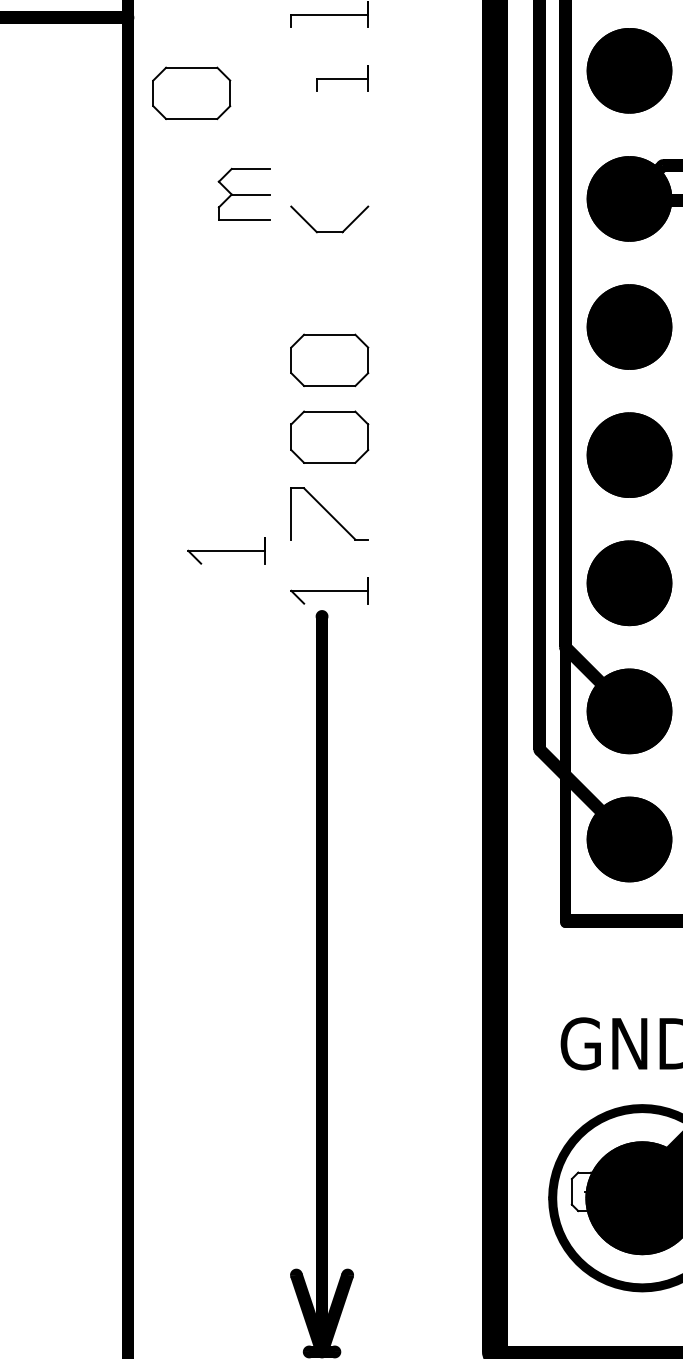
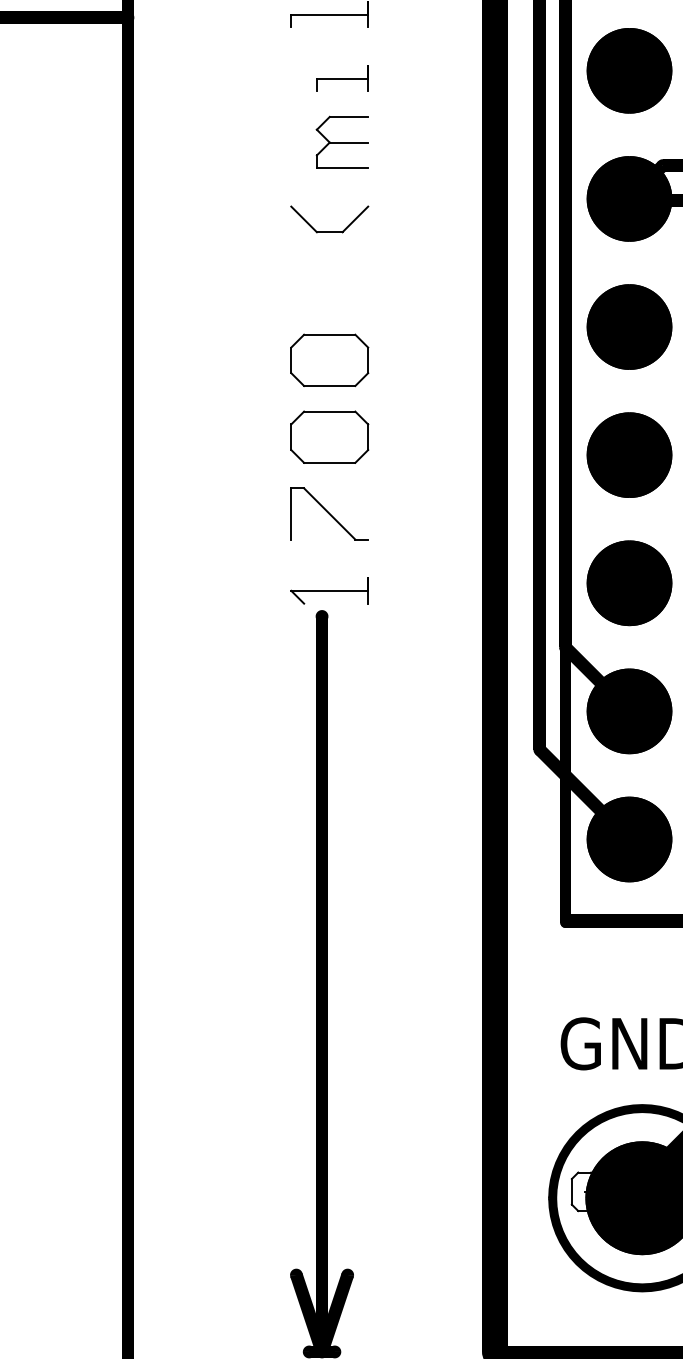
part at (191, 93): present -> none
part at (243, 193) position: (243, 193) -> (341, 141)
part at (226, 550): present -> none
